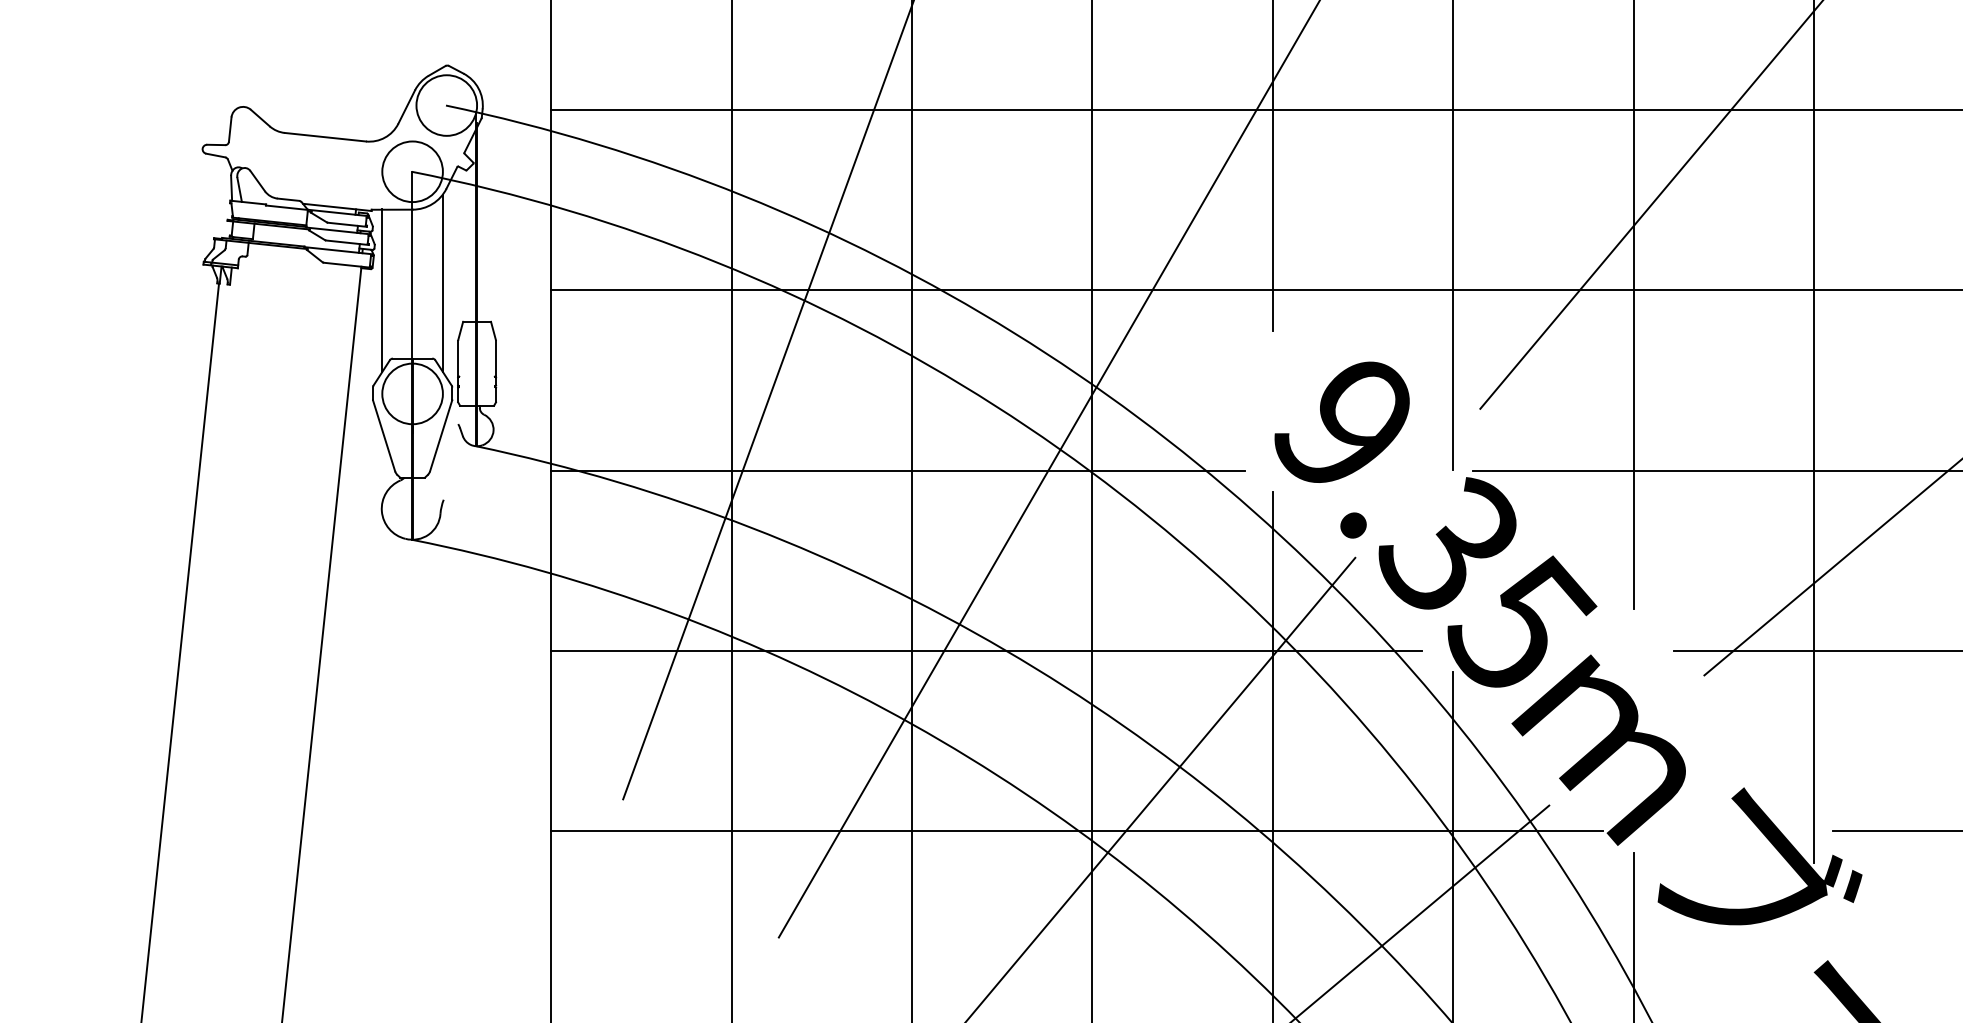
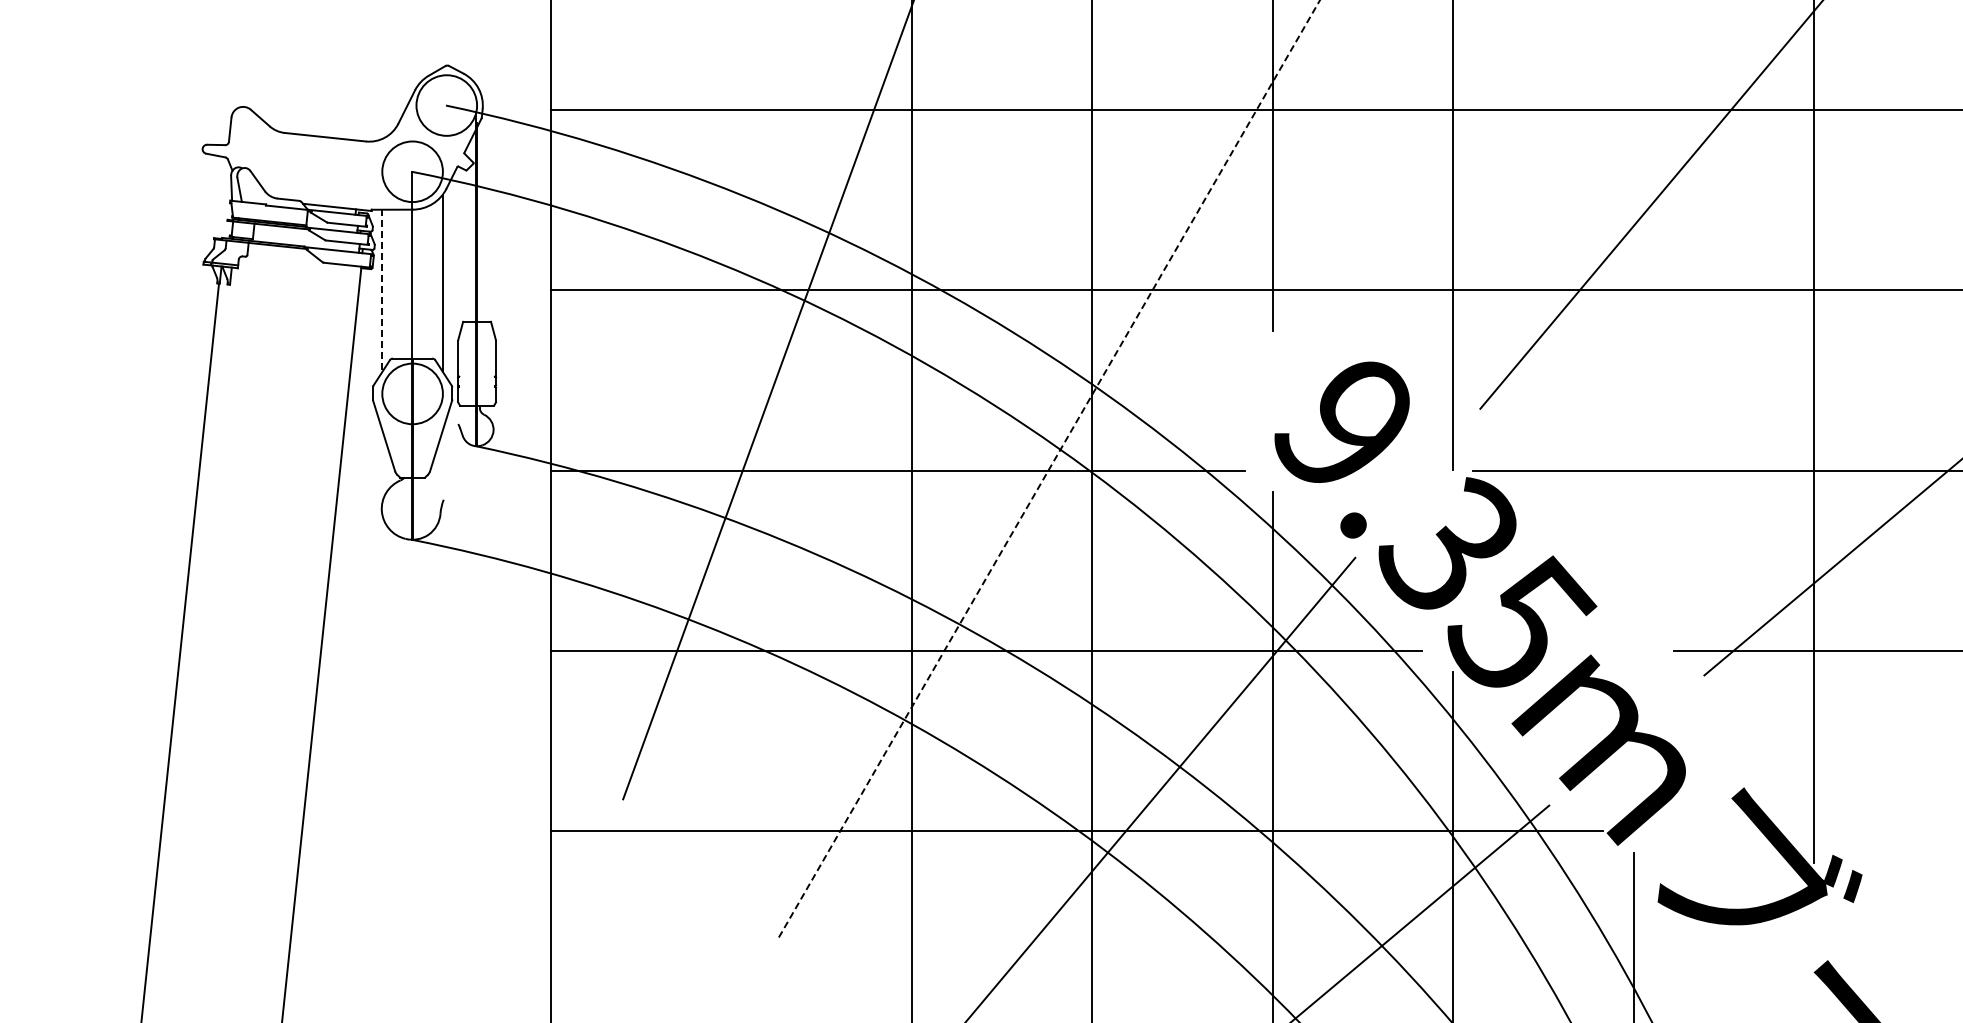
line at (382, 291): solid -> dashed
line at (1633, 305): present -> none
line at (1049, 469): solid -> dashed
line at (731, 510): present -> none
line at (1895, 831): present -> none
